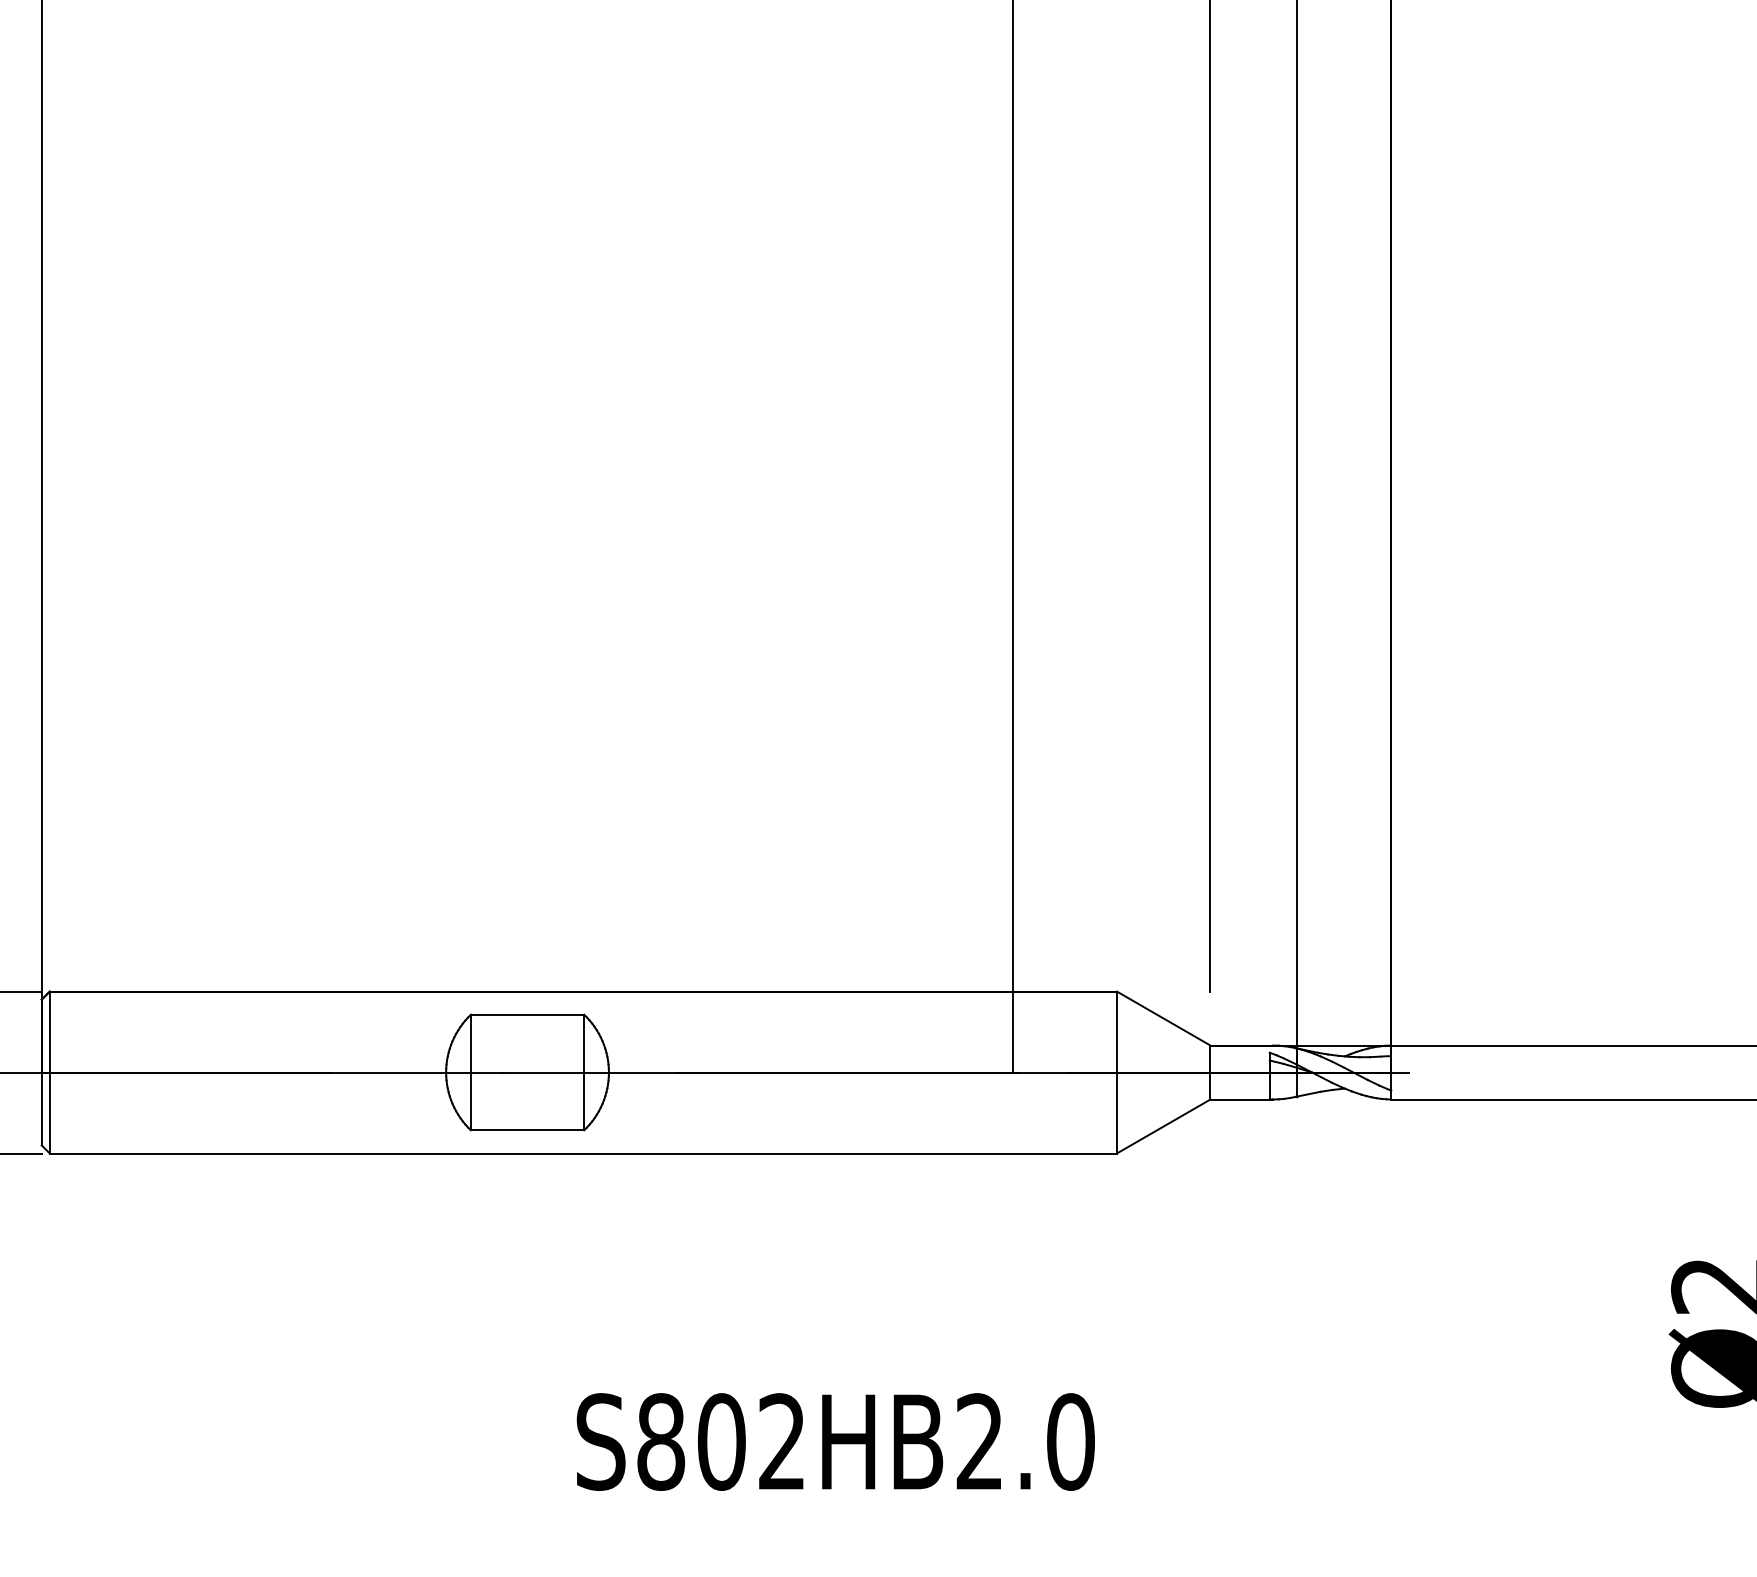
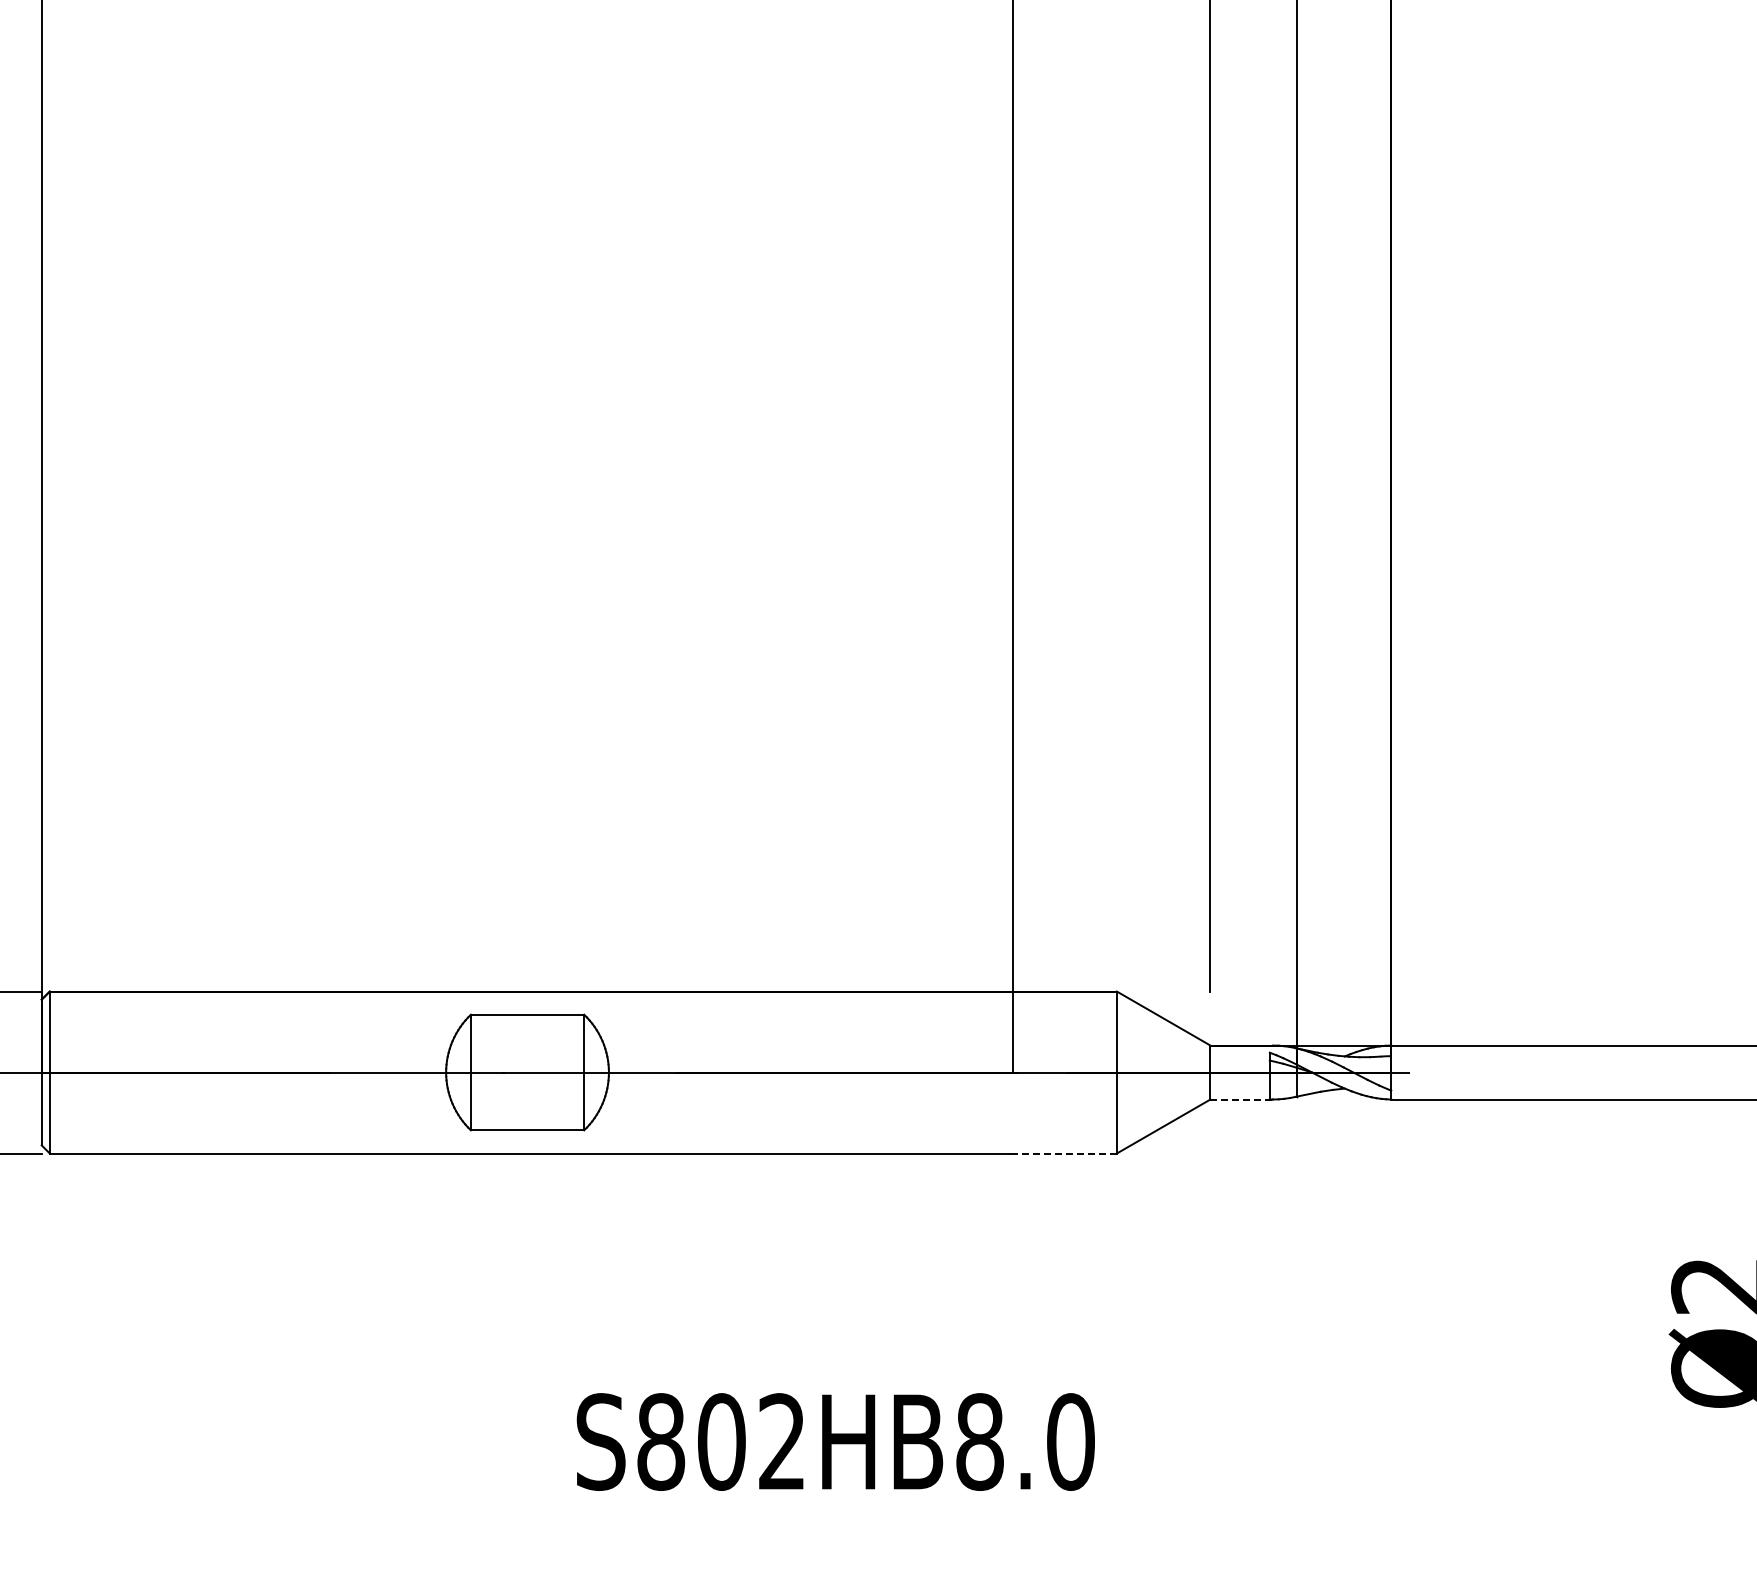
line at (1242, 1099): solid -> dashed
line at (1065, 1153): solid -> dashed
text at (979, 1441): S802HB2.0 -> S802HB8.0
